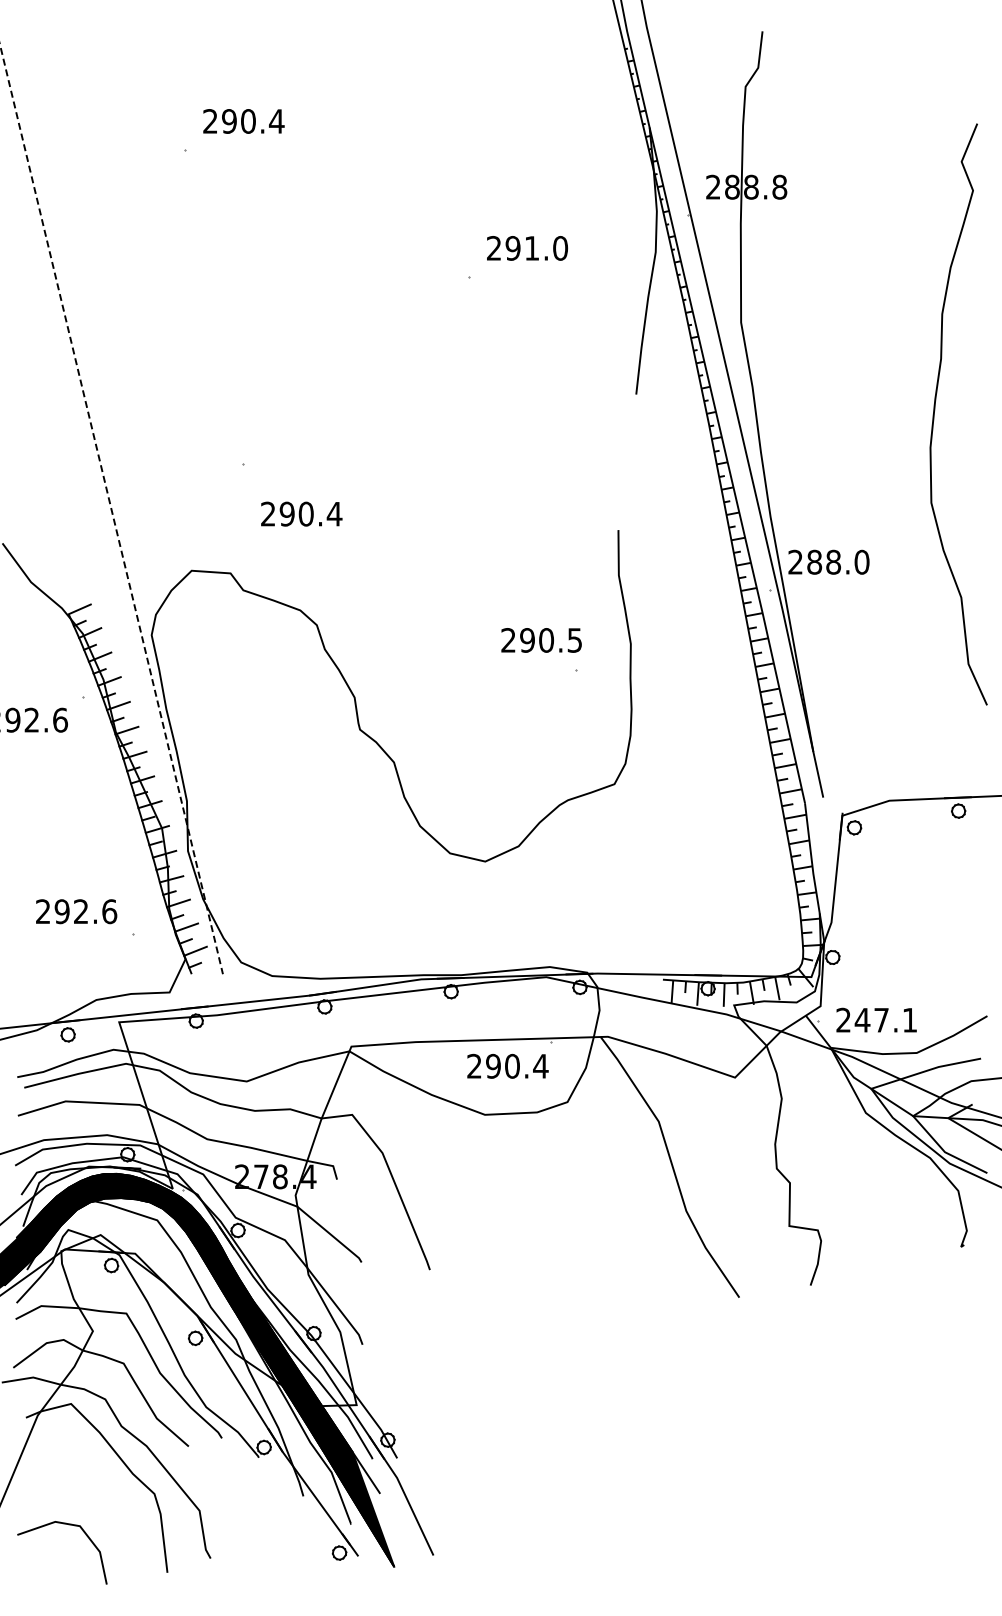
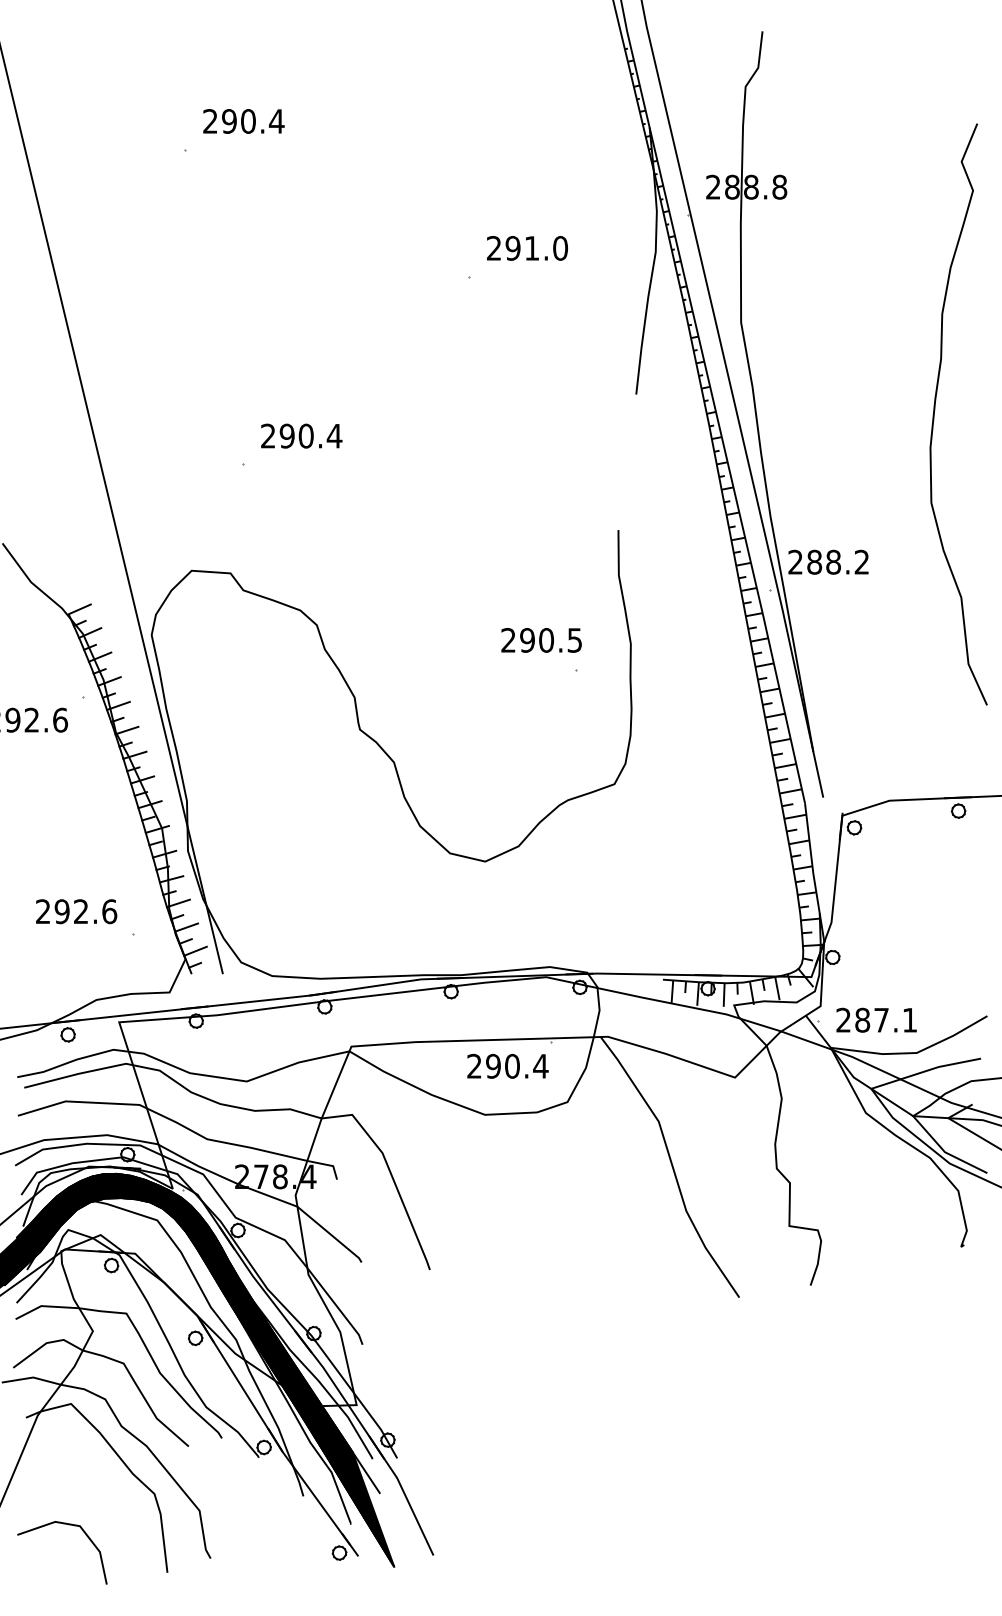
line at (111, 509): dashed -> solid
text at (301, 513) position: (301, 513) -> (301, 435)
text at (861, 561): 288.0 -> 288.2
text at (862, 1019): 247.1 -> 287.1
